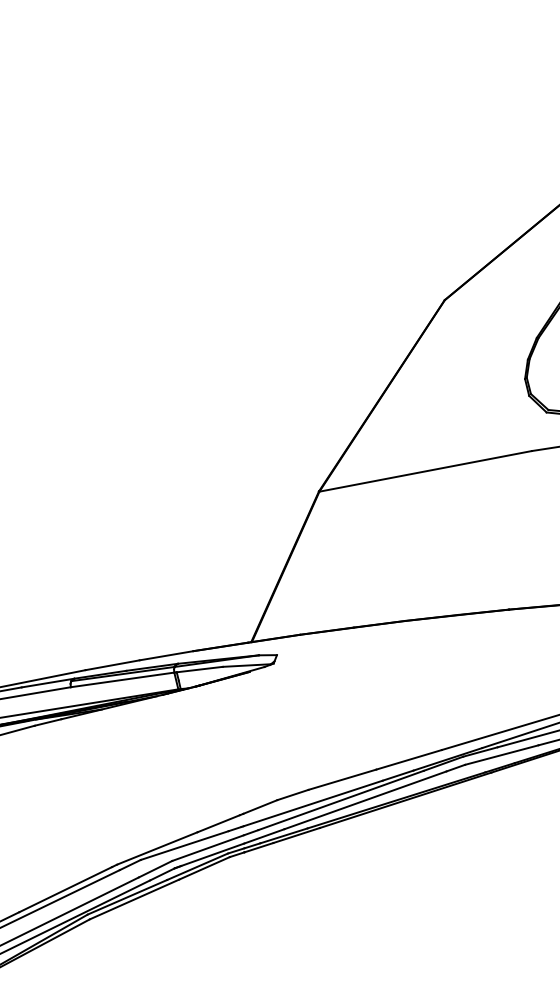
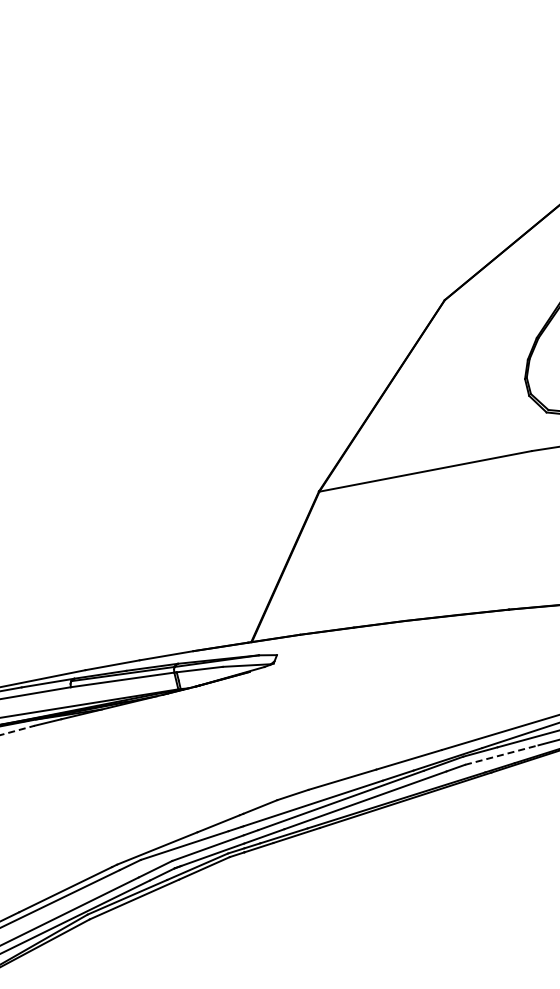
line at (17, 730): solid -> dashed
line at (501, 755): solid -> dashed
